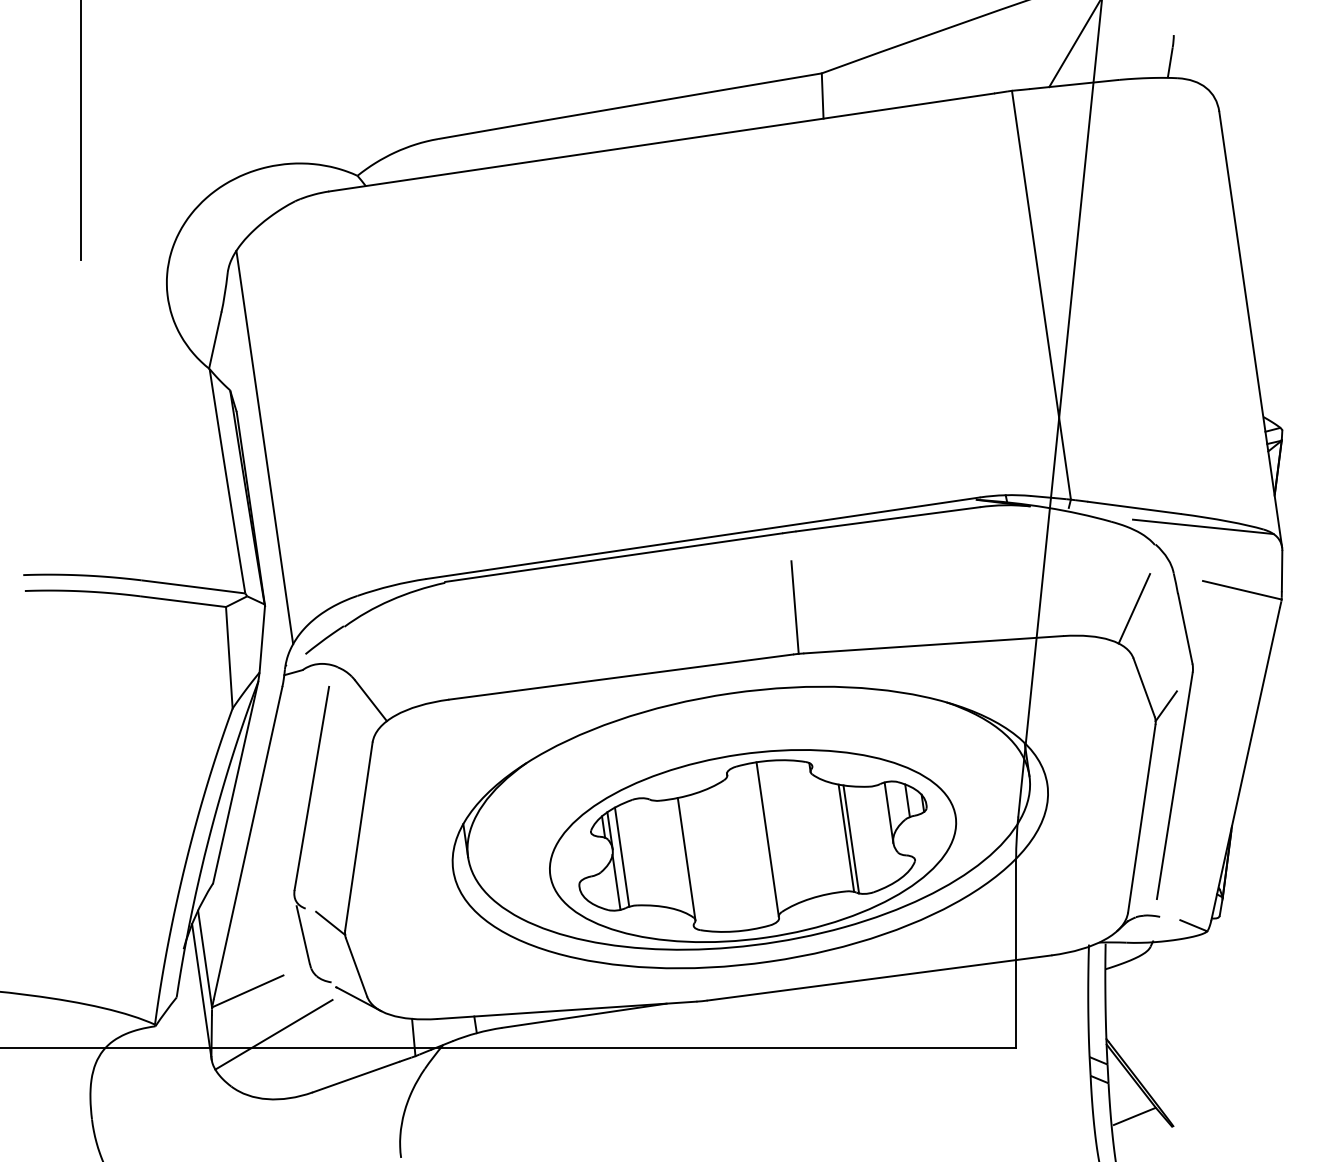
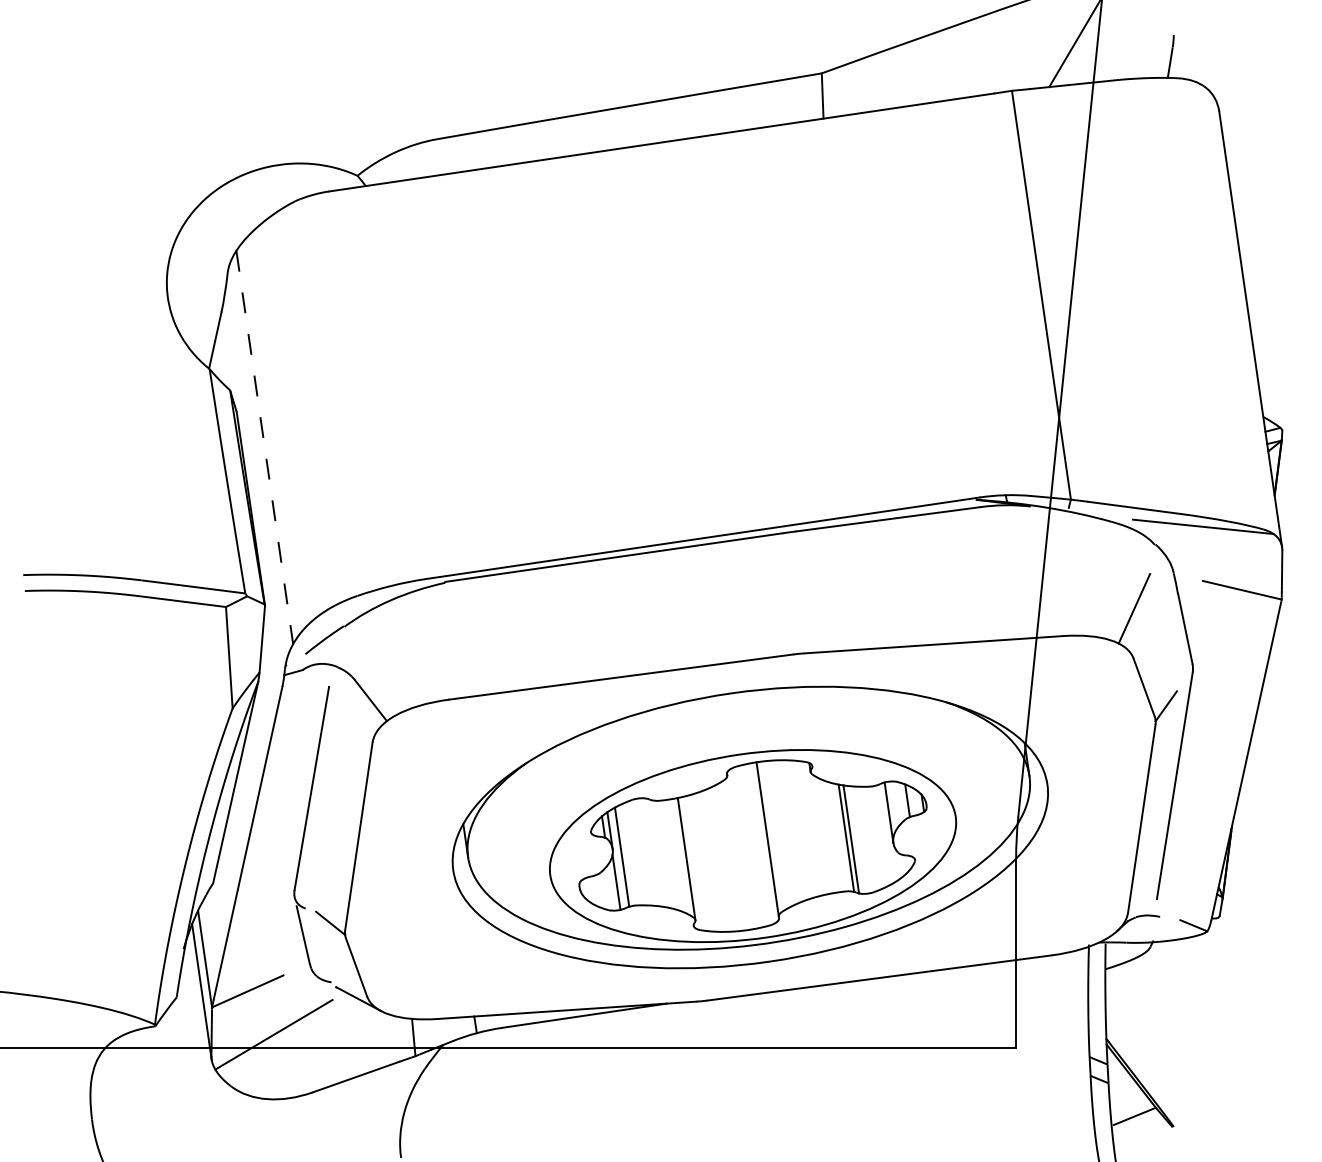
line at (81, 131): present -> none
line at (264, 447): solid -> dashed
line at (794, 607): present -> none
